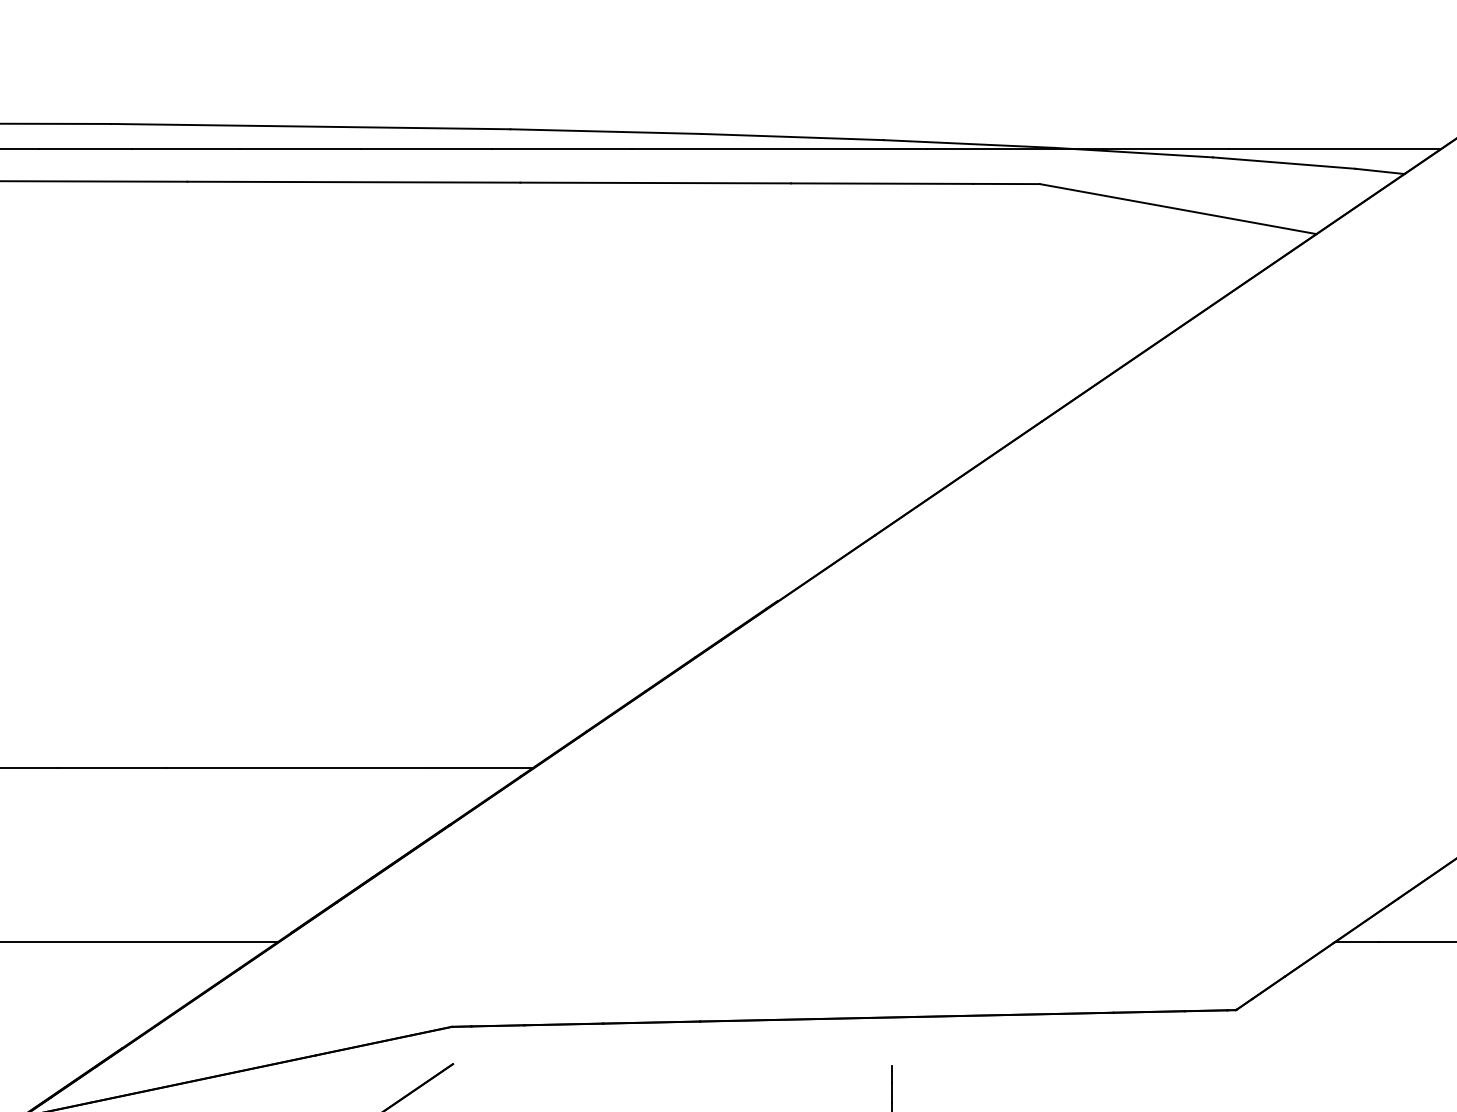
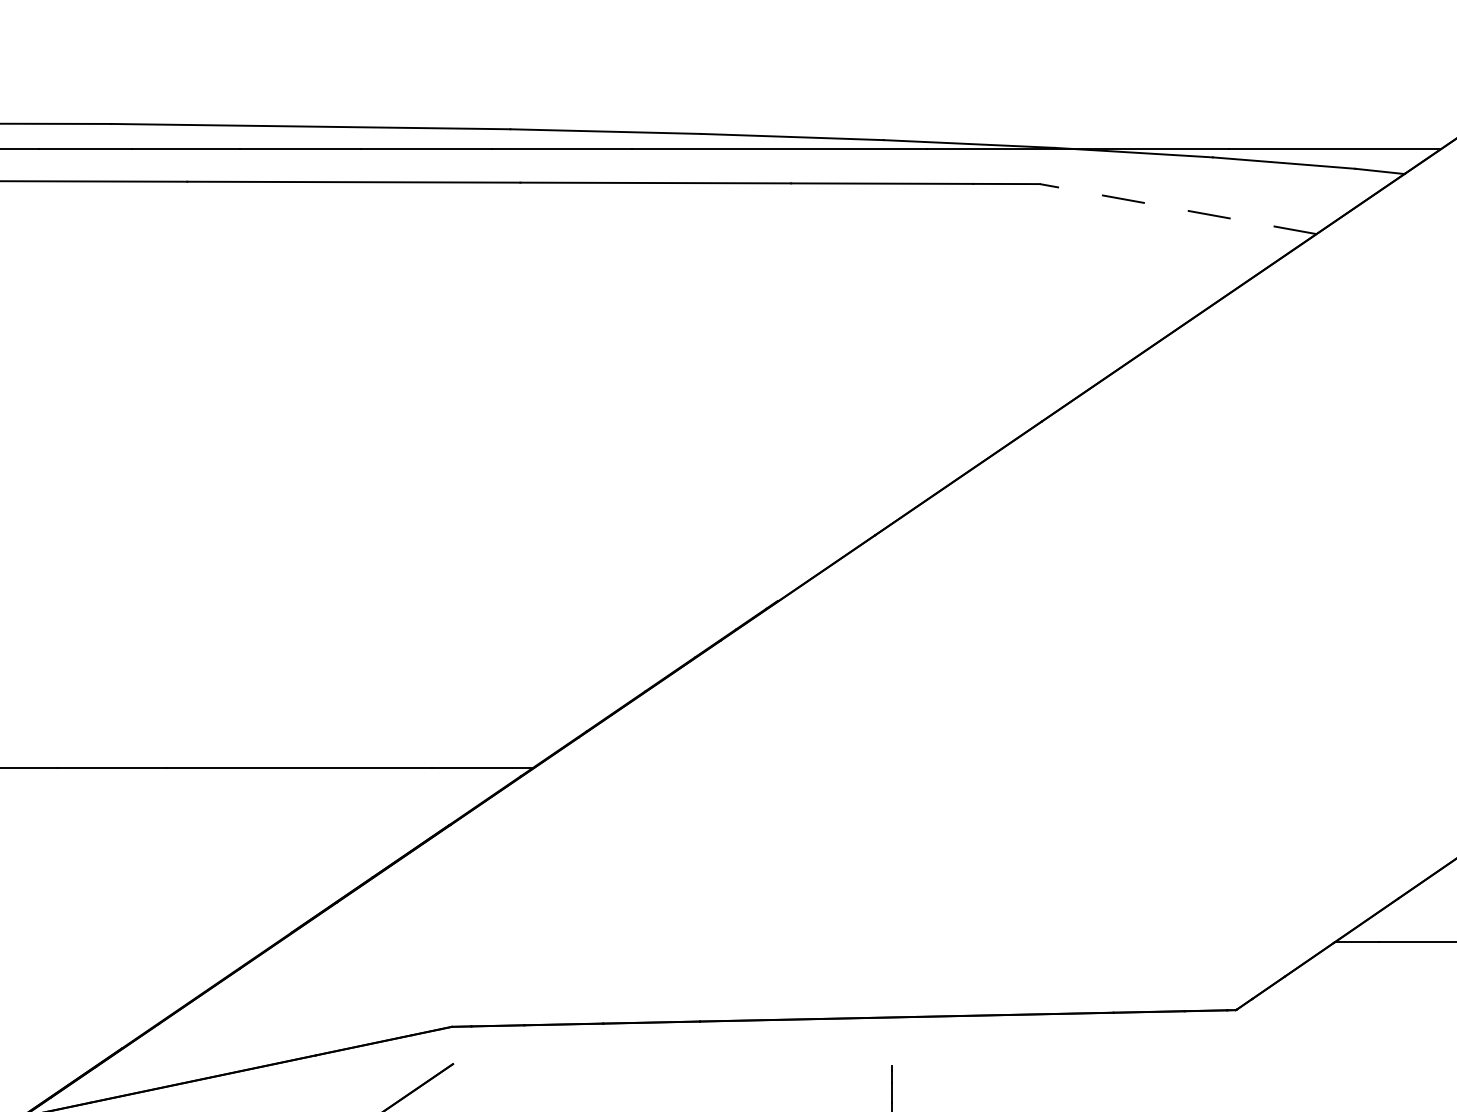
line at (1178, 209): solid -> dashed
line at (140, 942): present -> none
